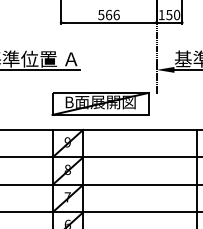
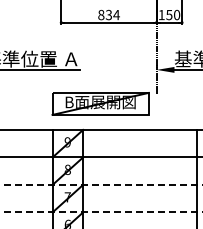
text at (108, 14): 566 -> 834
line at (102, 184): solid -> dashed
line at (102, 212): solid -> dashed
